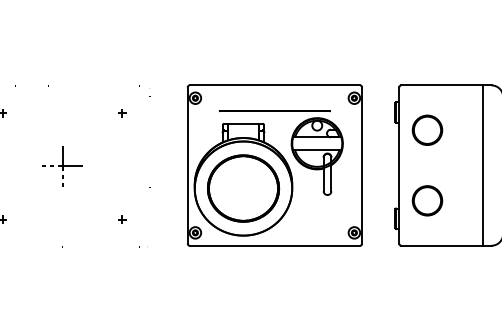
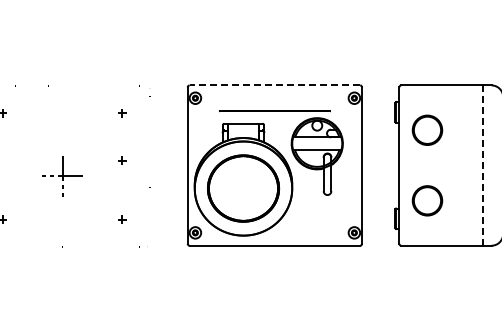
line at (274, 85): solid -> dashed
part at (122, 160): none -> present
part at (62, 166) position: (62, 166) -> (62, 176)
line at (482, 166): solid -> dashed
